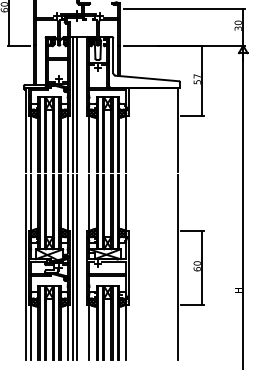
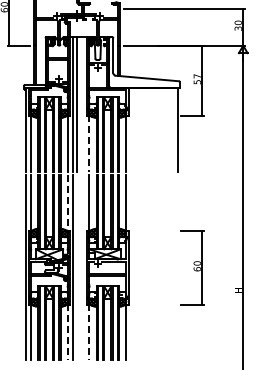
line at (89, 143): solid -> dashed
line at (67, 203): solid -> dashed
line at (77, 267): present -> none
line at (177, 267): present -> none
line at (67, 332): solid -> dashed
line at (89, 332): solid -> dashed
